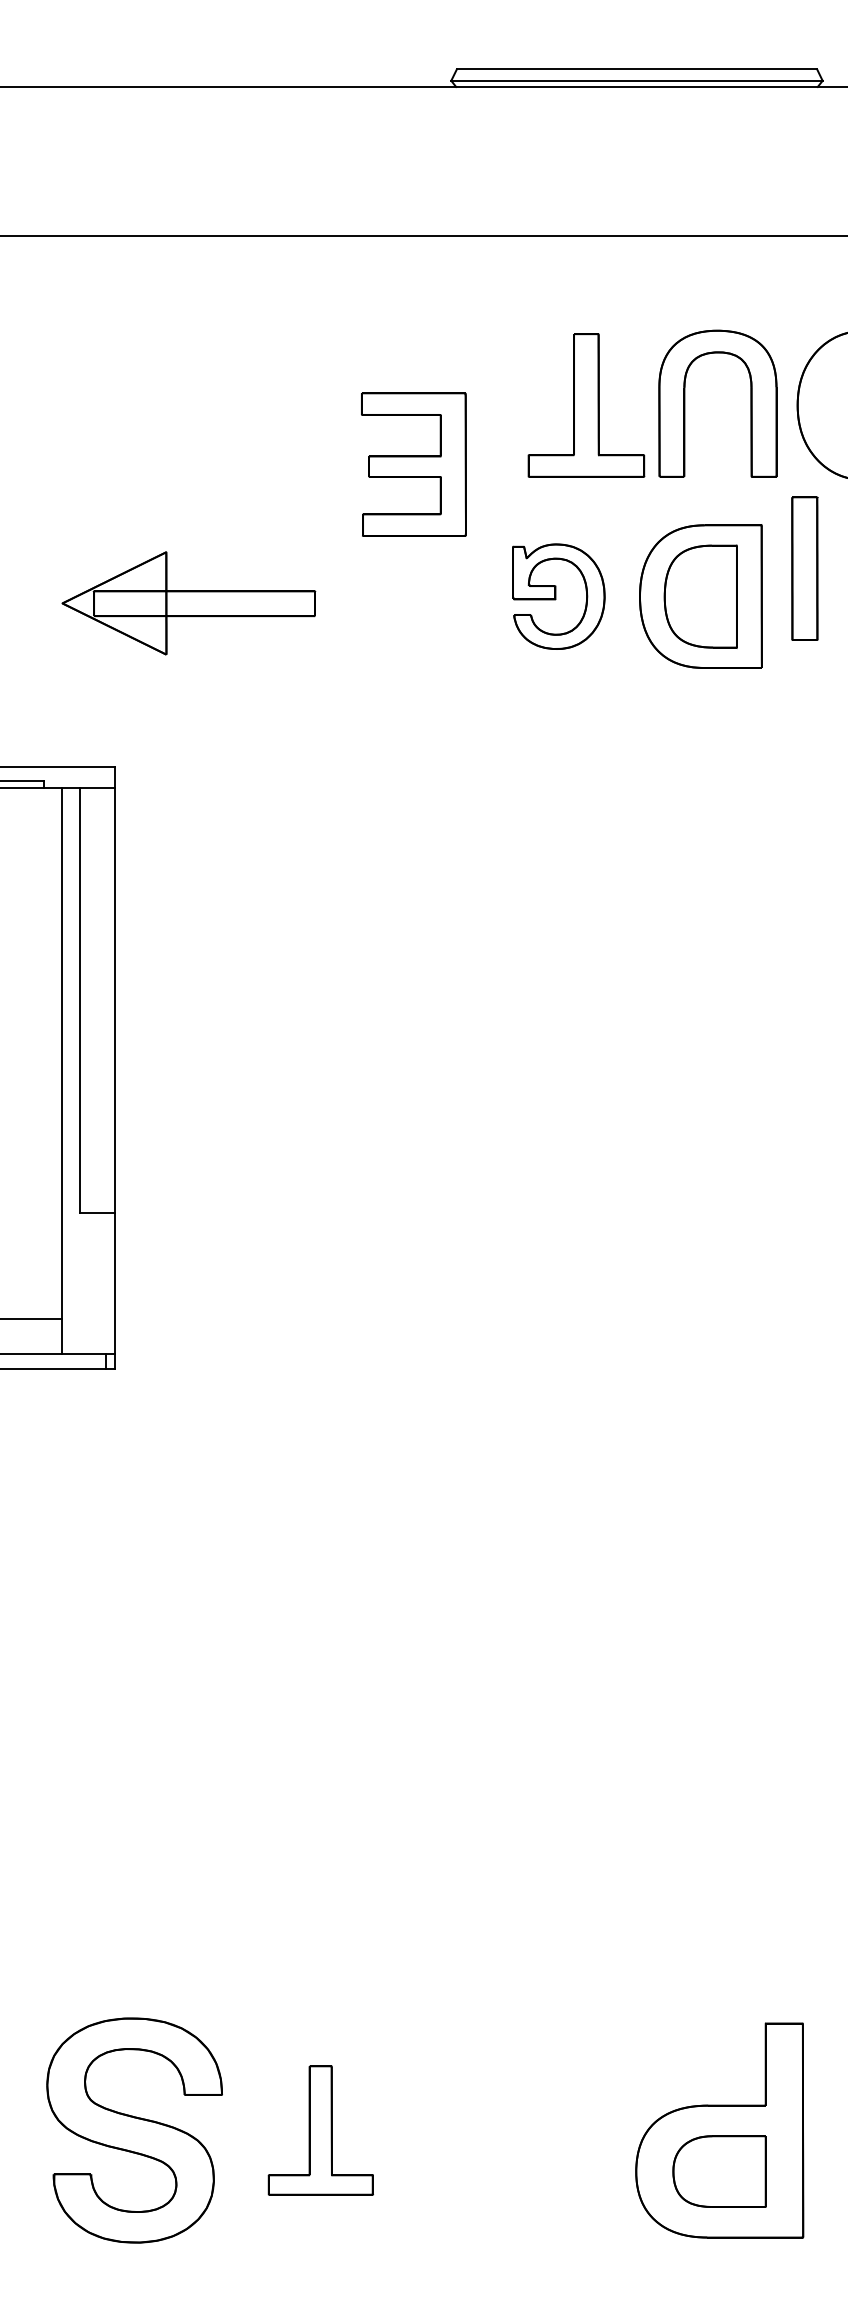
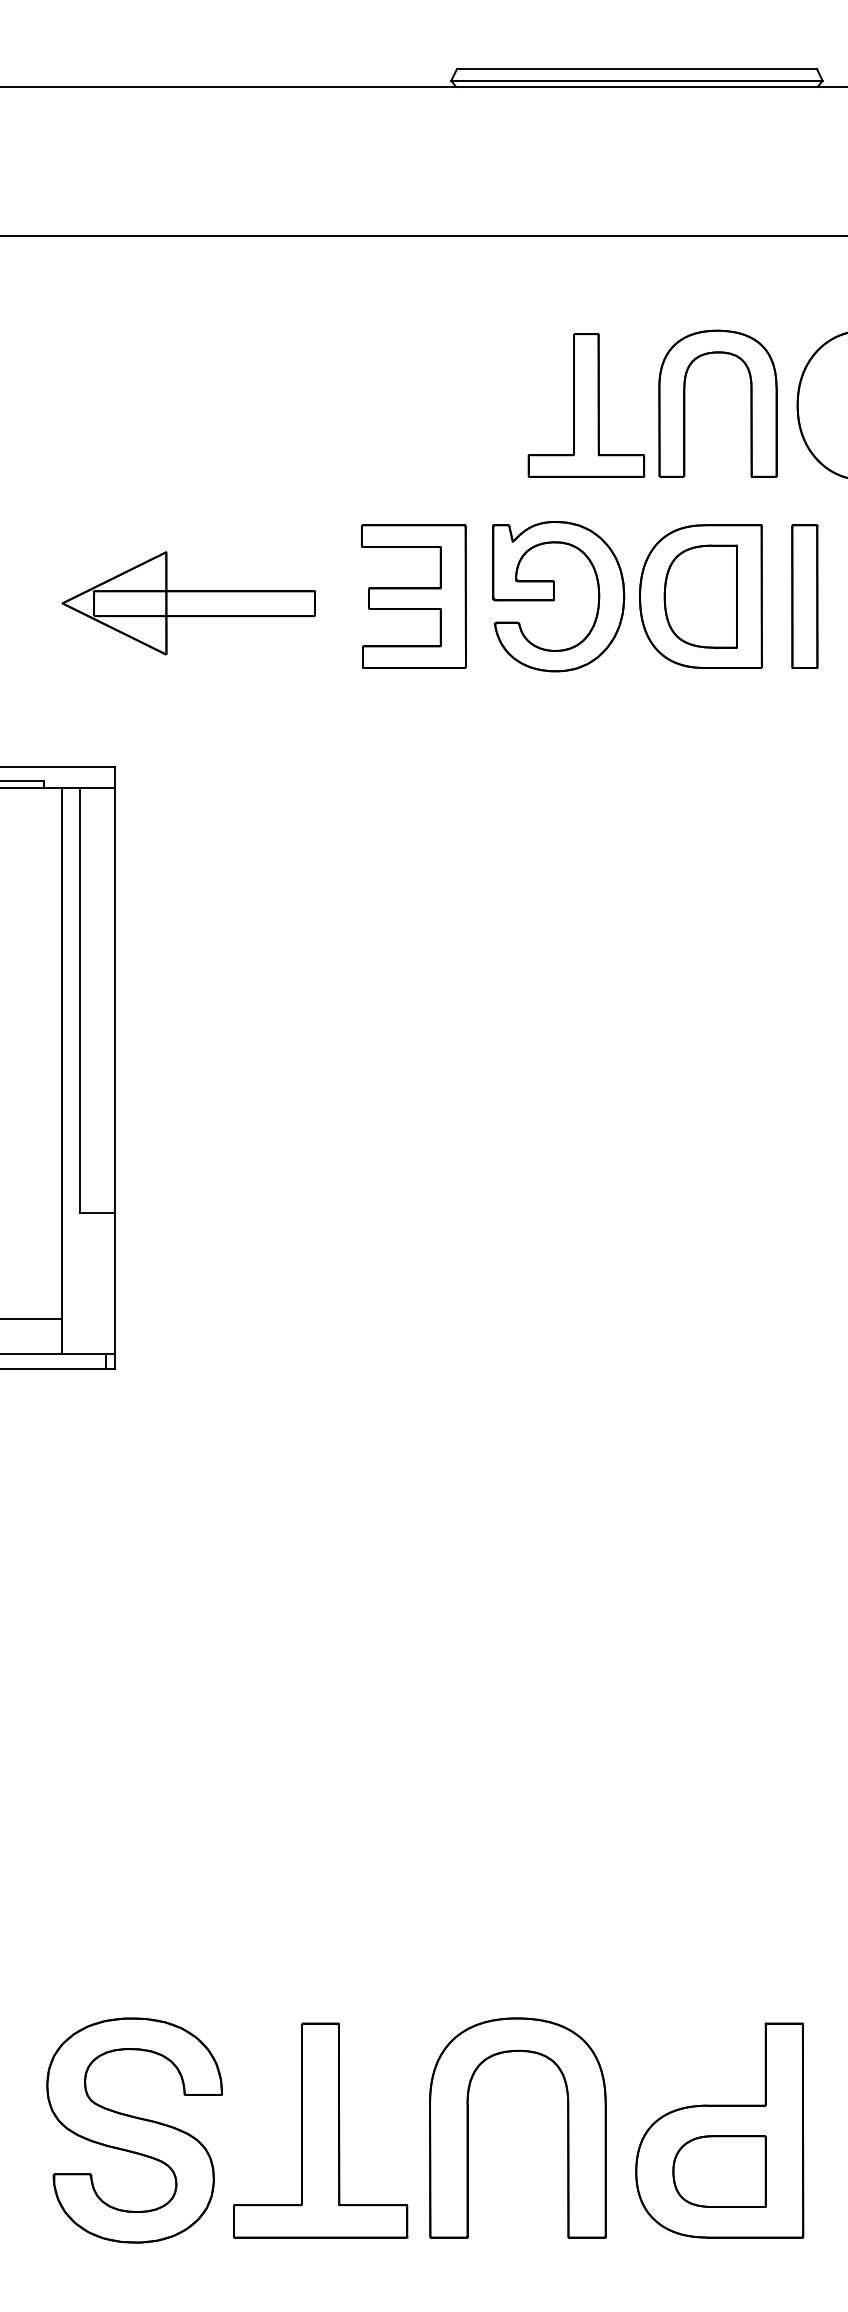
part at (413, 464) position: (413, 464) -> (413, 596)
part at (804, 568) position: (804, 568) -> (804, 596)
part at (558, 596) size: 94x107 px -> 134x152 px
part at (468, 2127): none -> present
part at (320, 2130) size: 107x131 px -> 176x217 px
